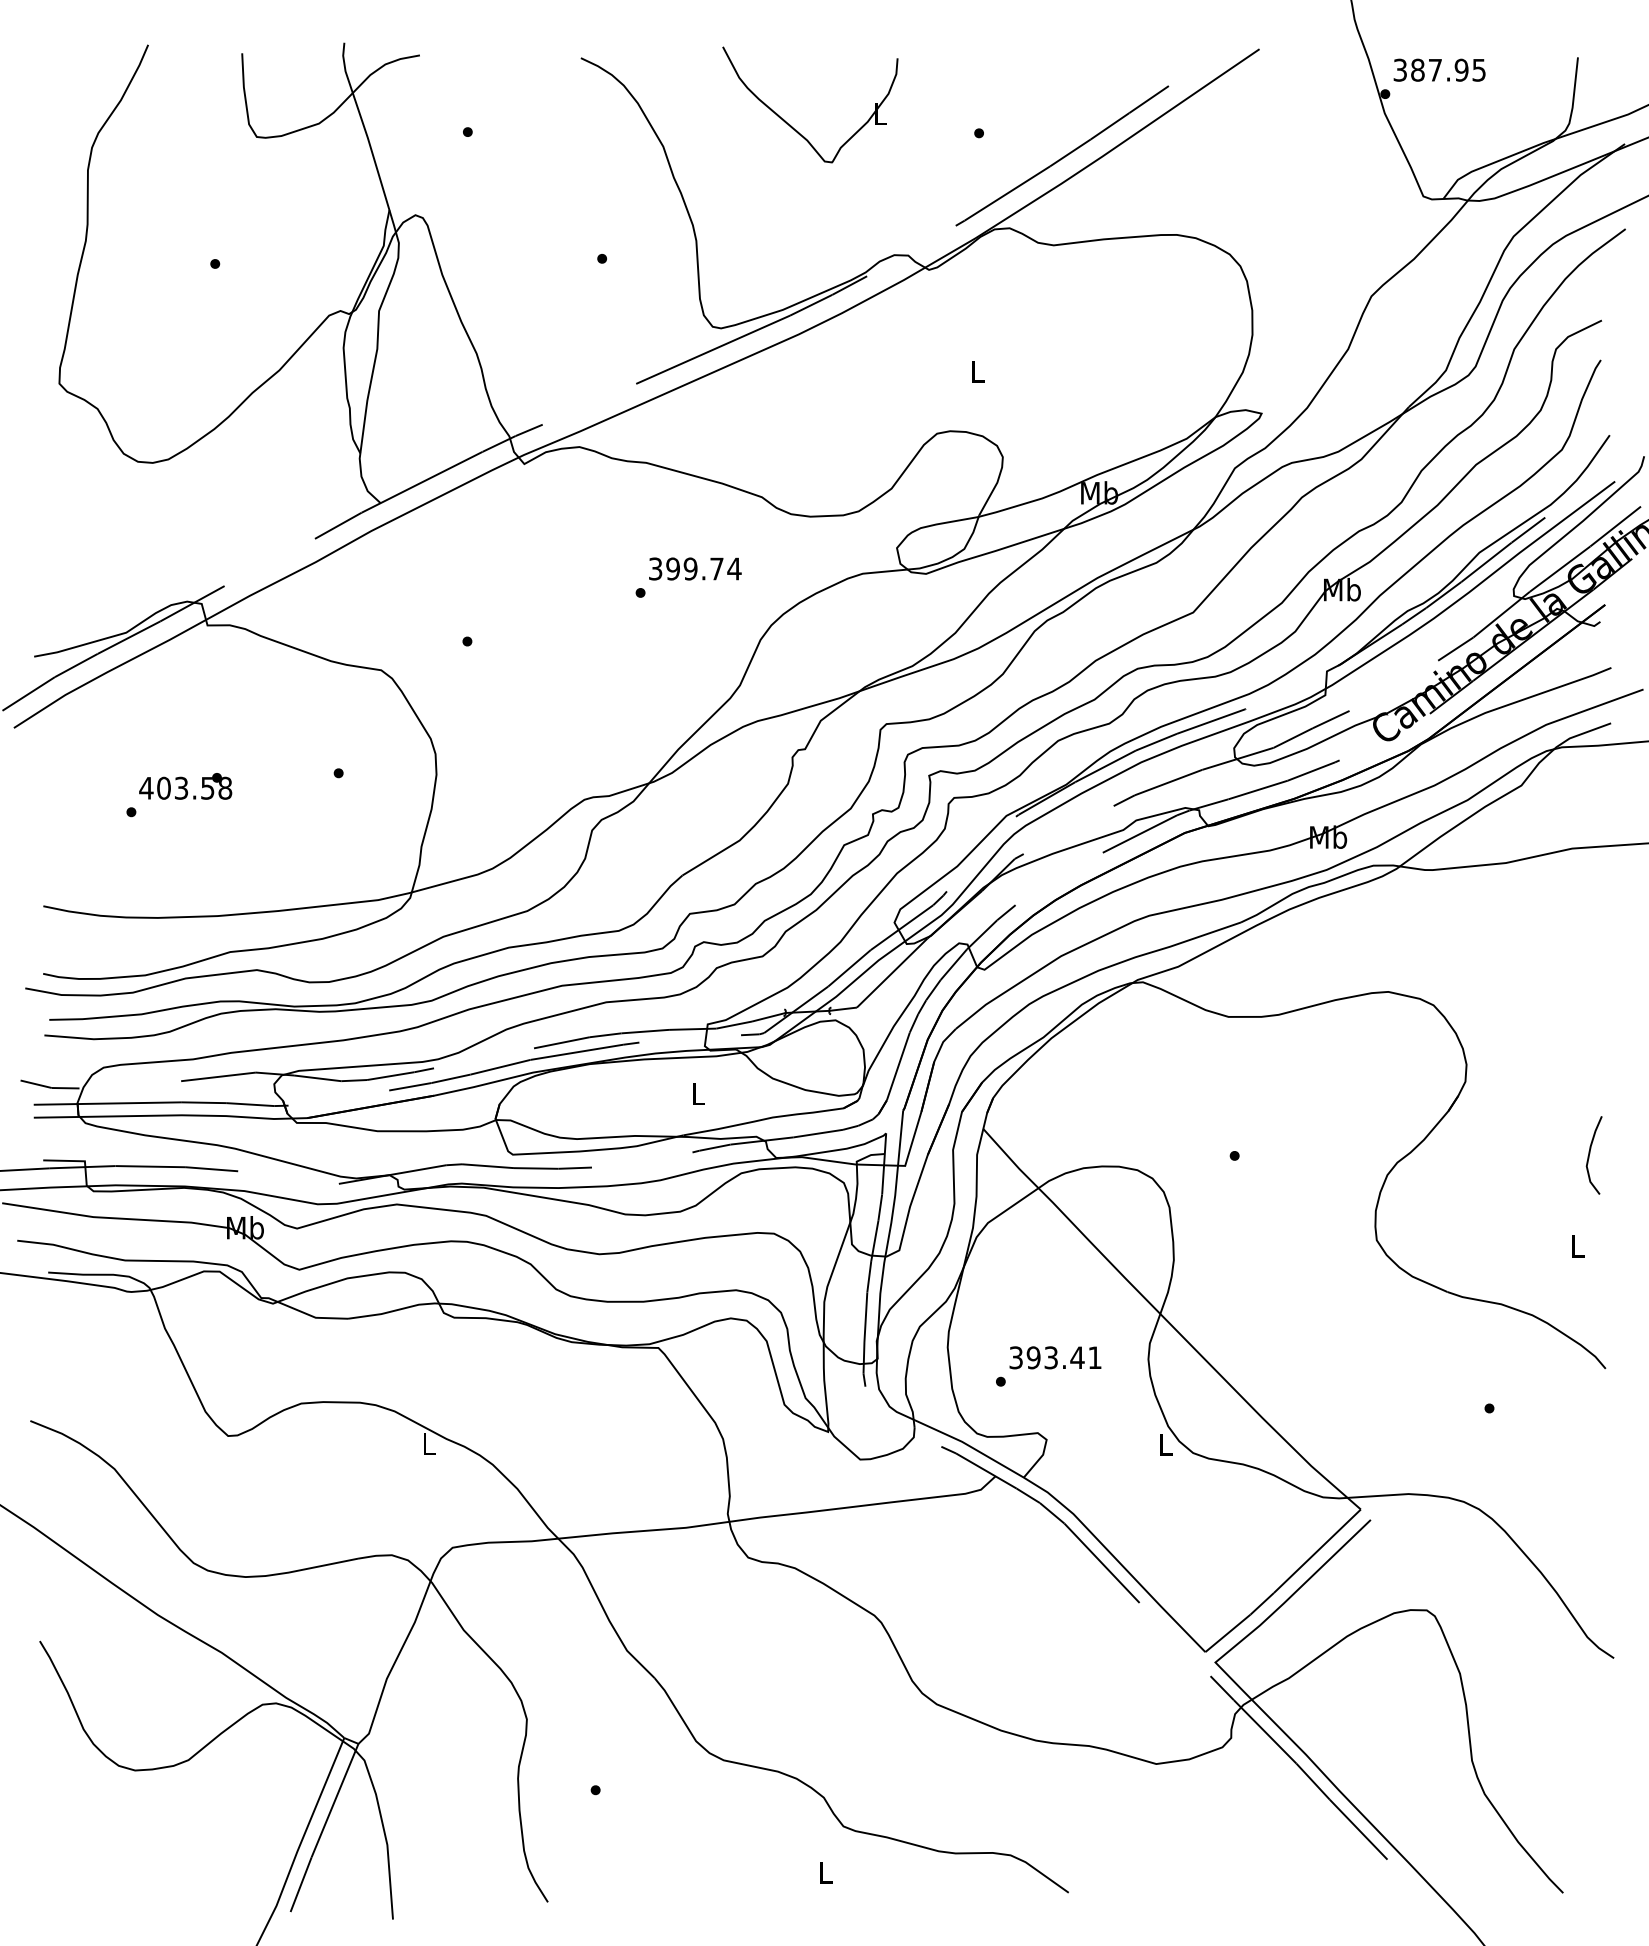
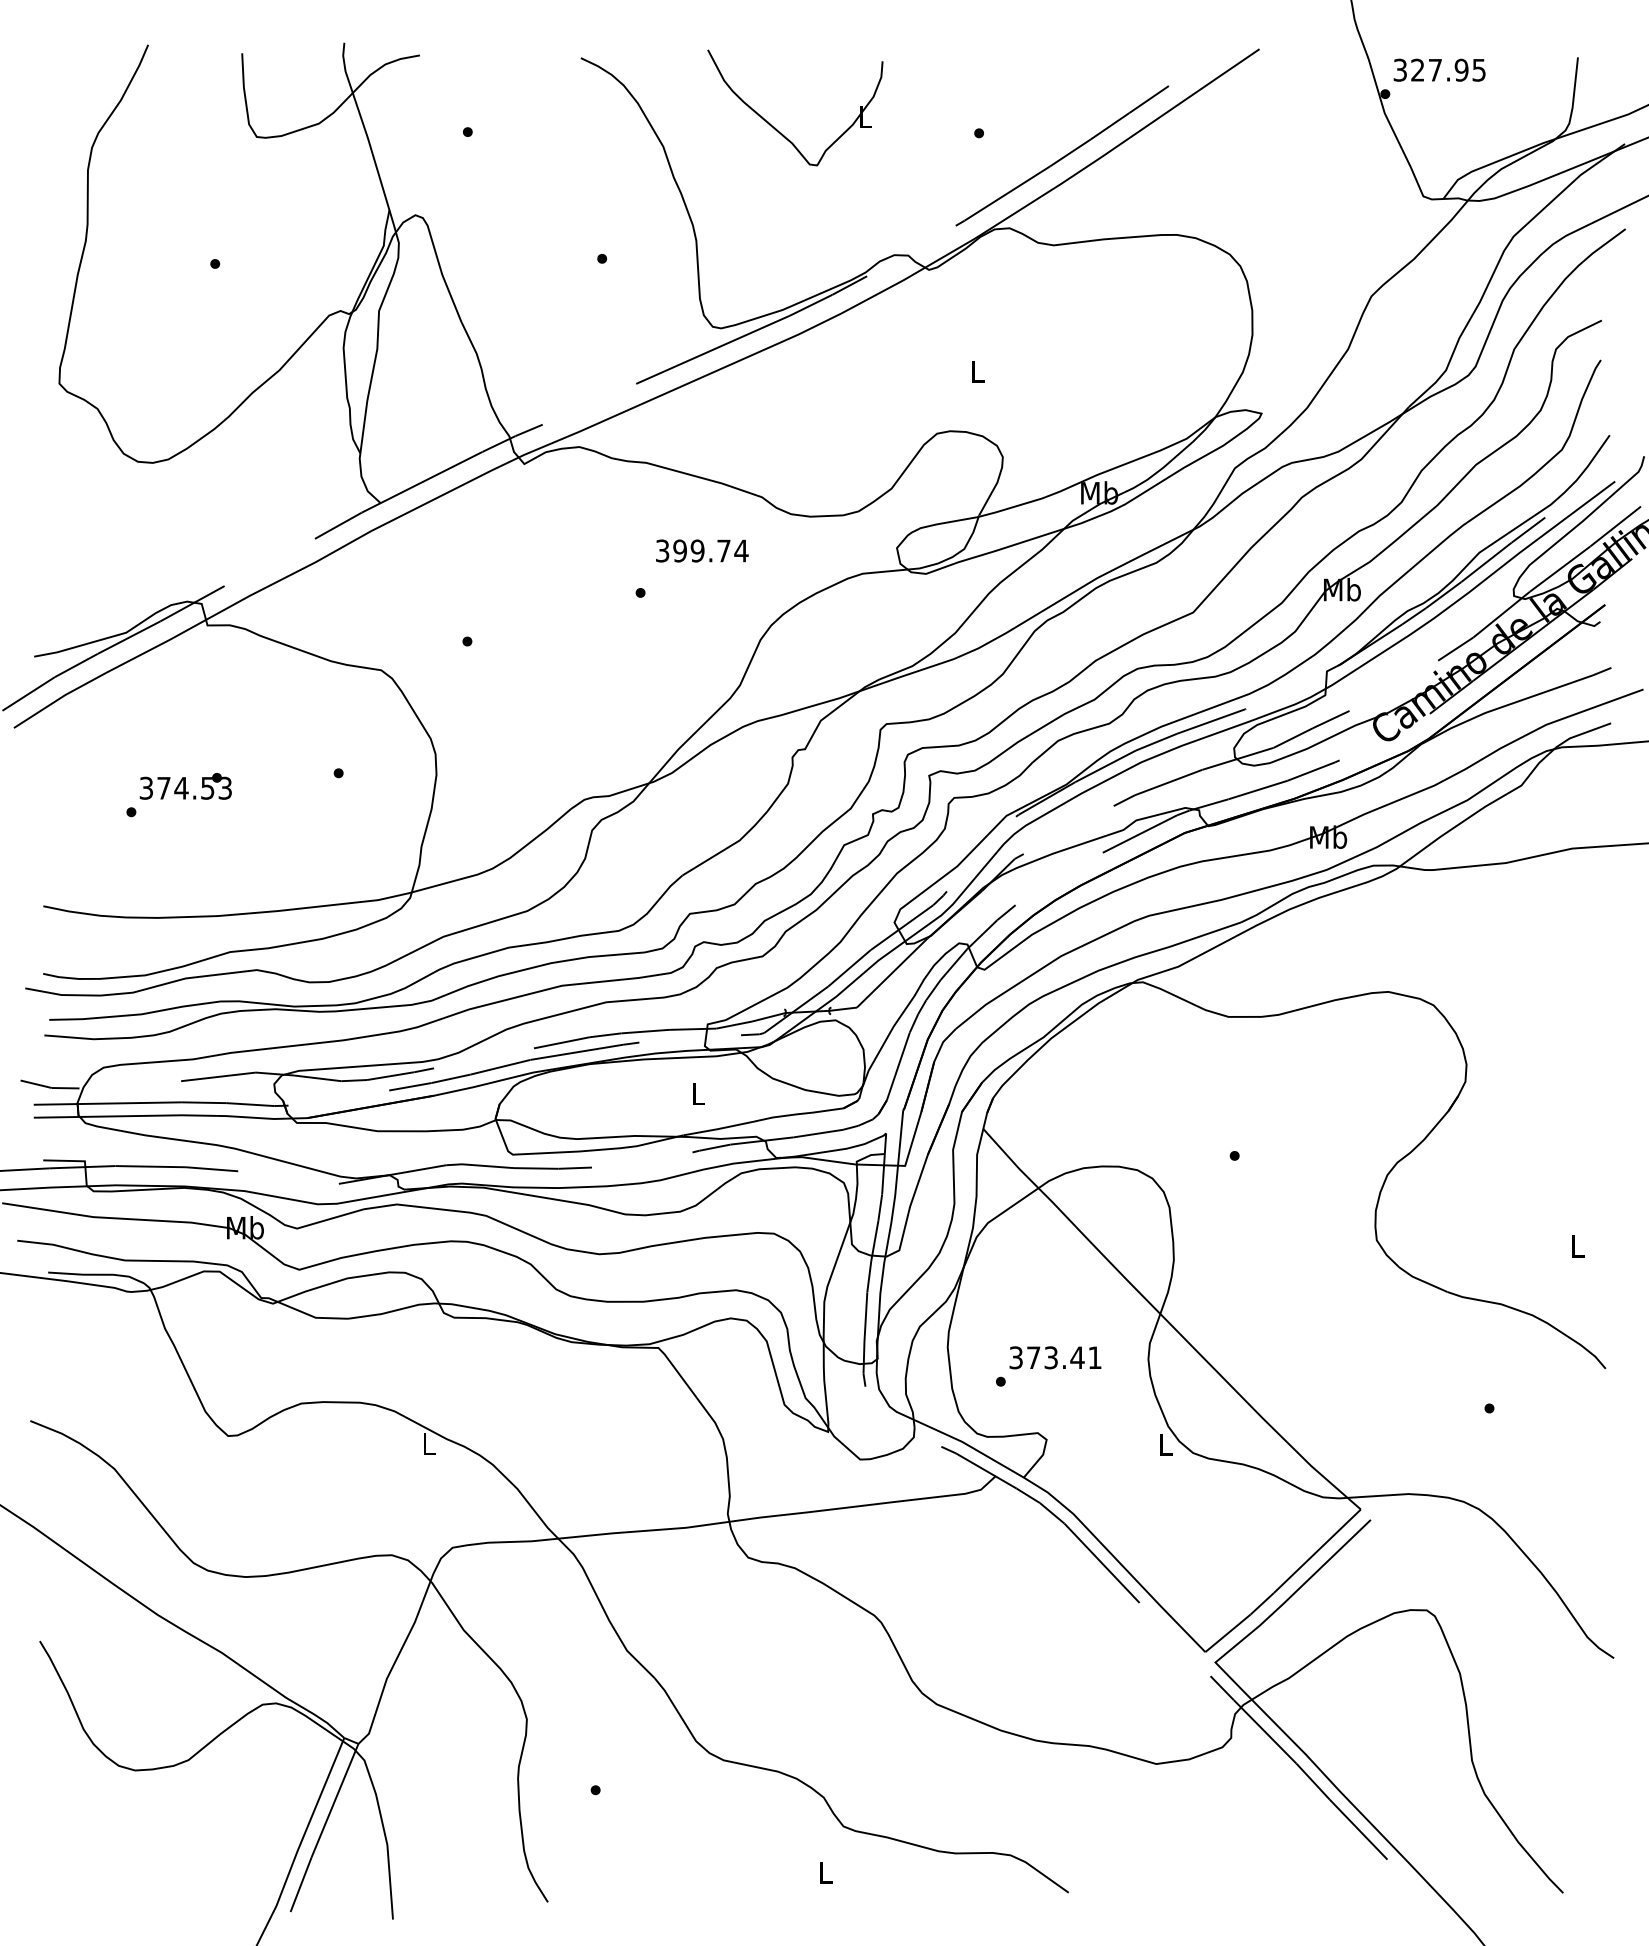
text at (1417, 69): 387.95 -> 327.95
part at (790, 124) position: (790, 124) -> (775, 127)
text at (695, 568) position: (695, 568) -> (702, 550)
text at (185, 787): 403.58 -> 374.53
curve at (1590, 1153): present -> none
text at (1033, 1357): 393.41 -> 373.41
